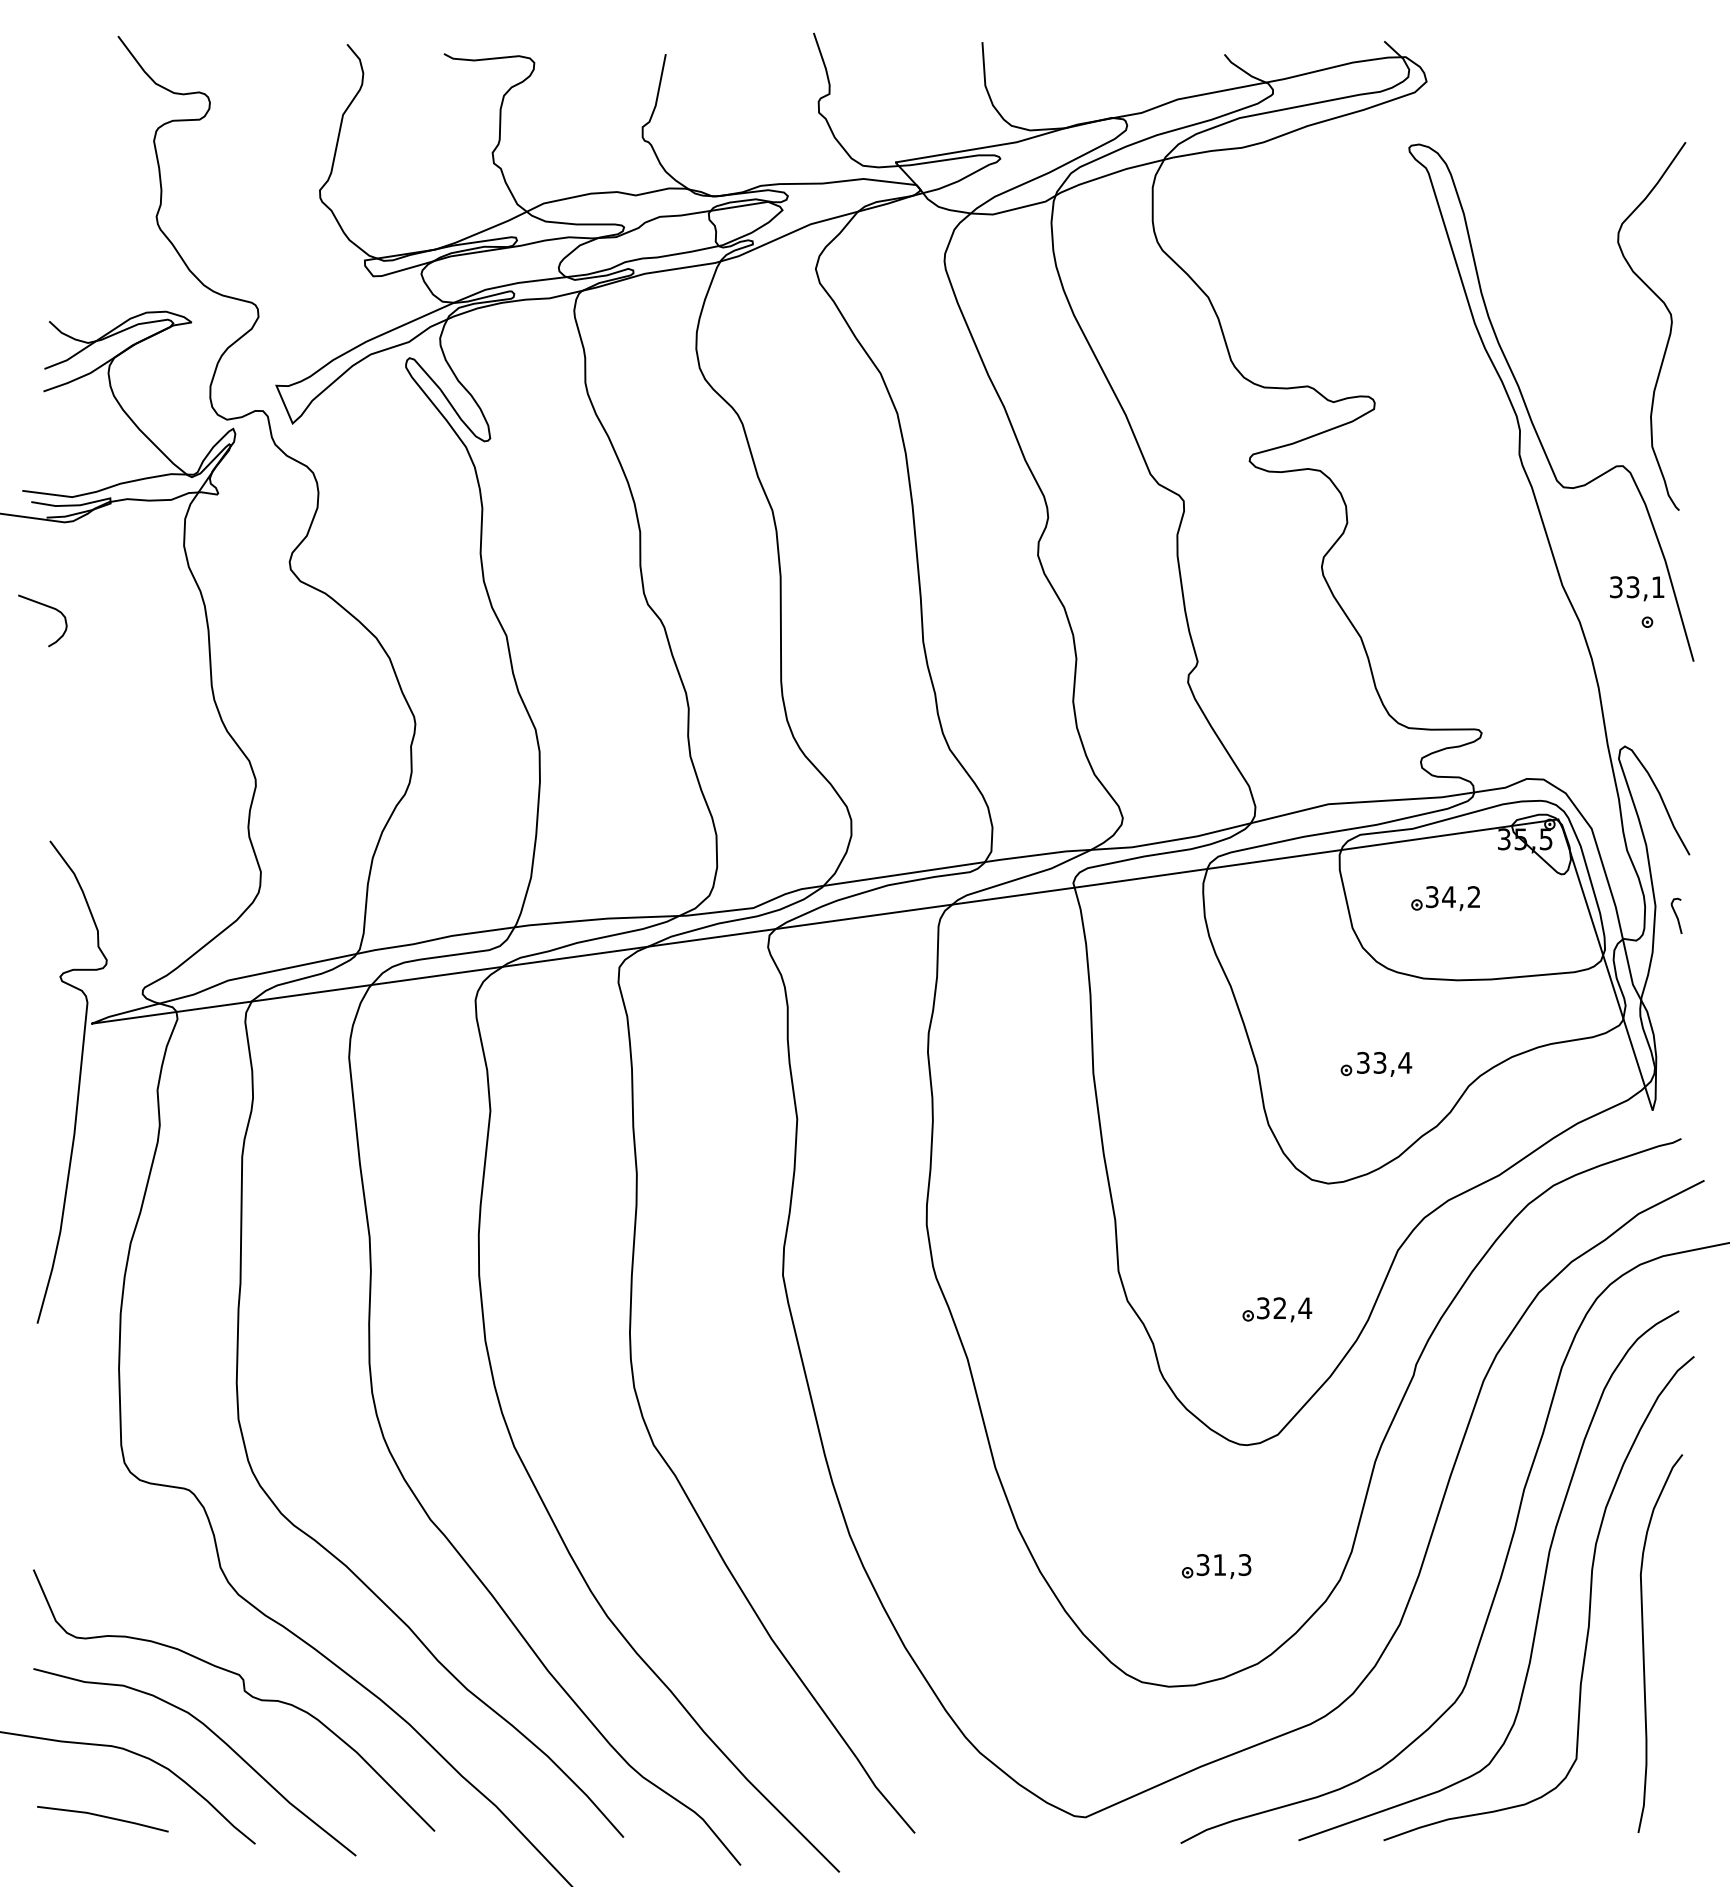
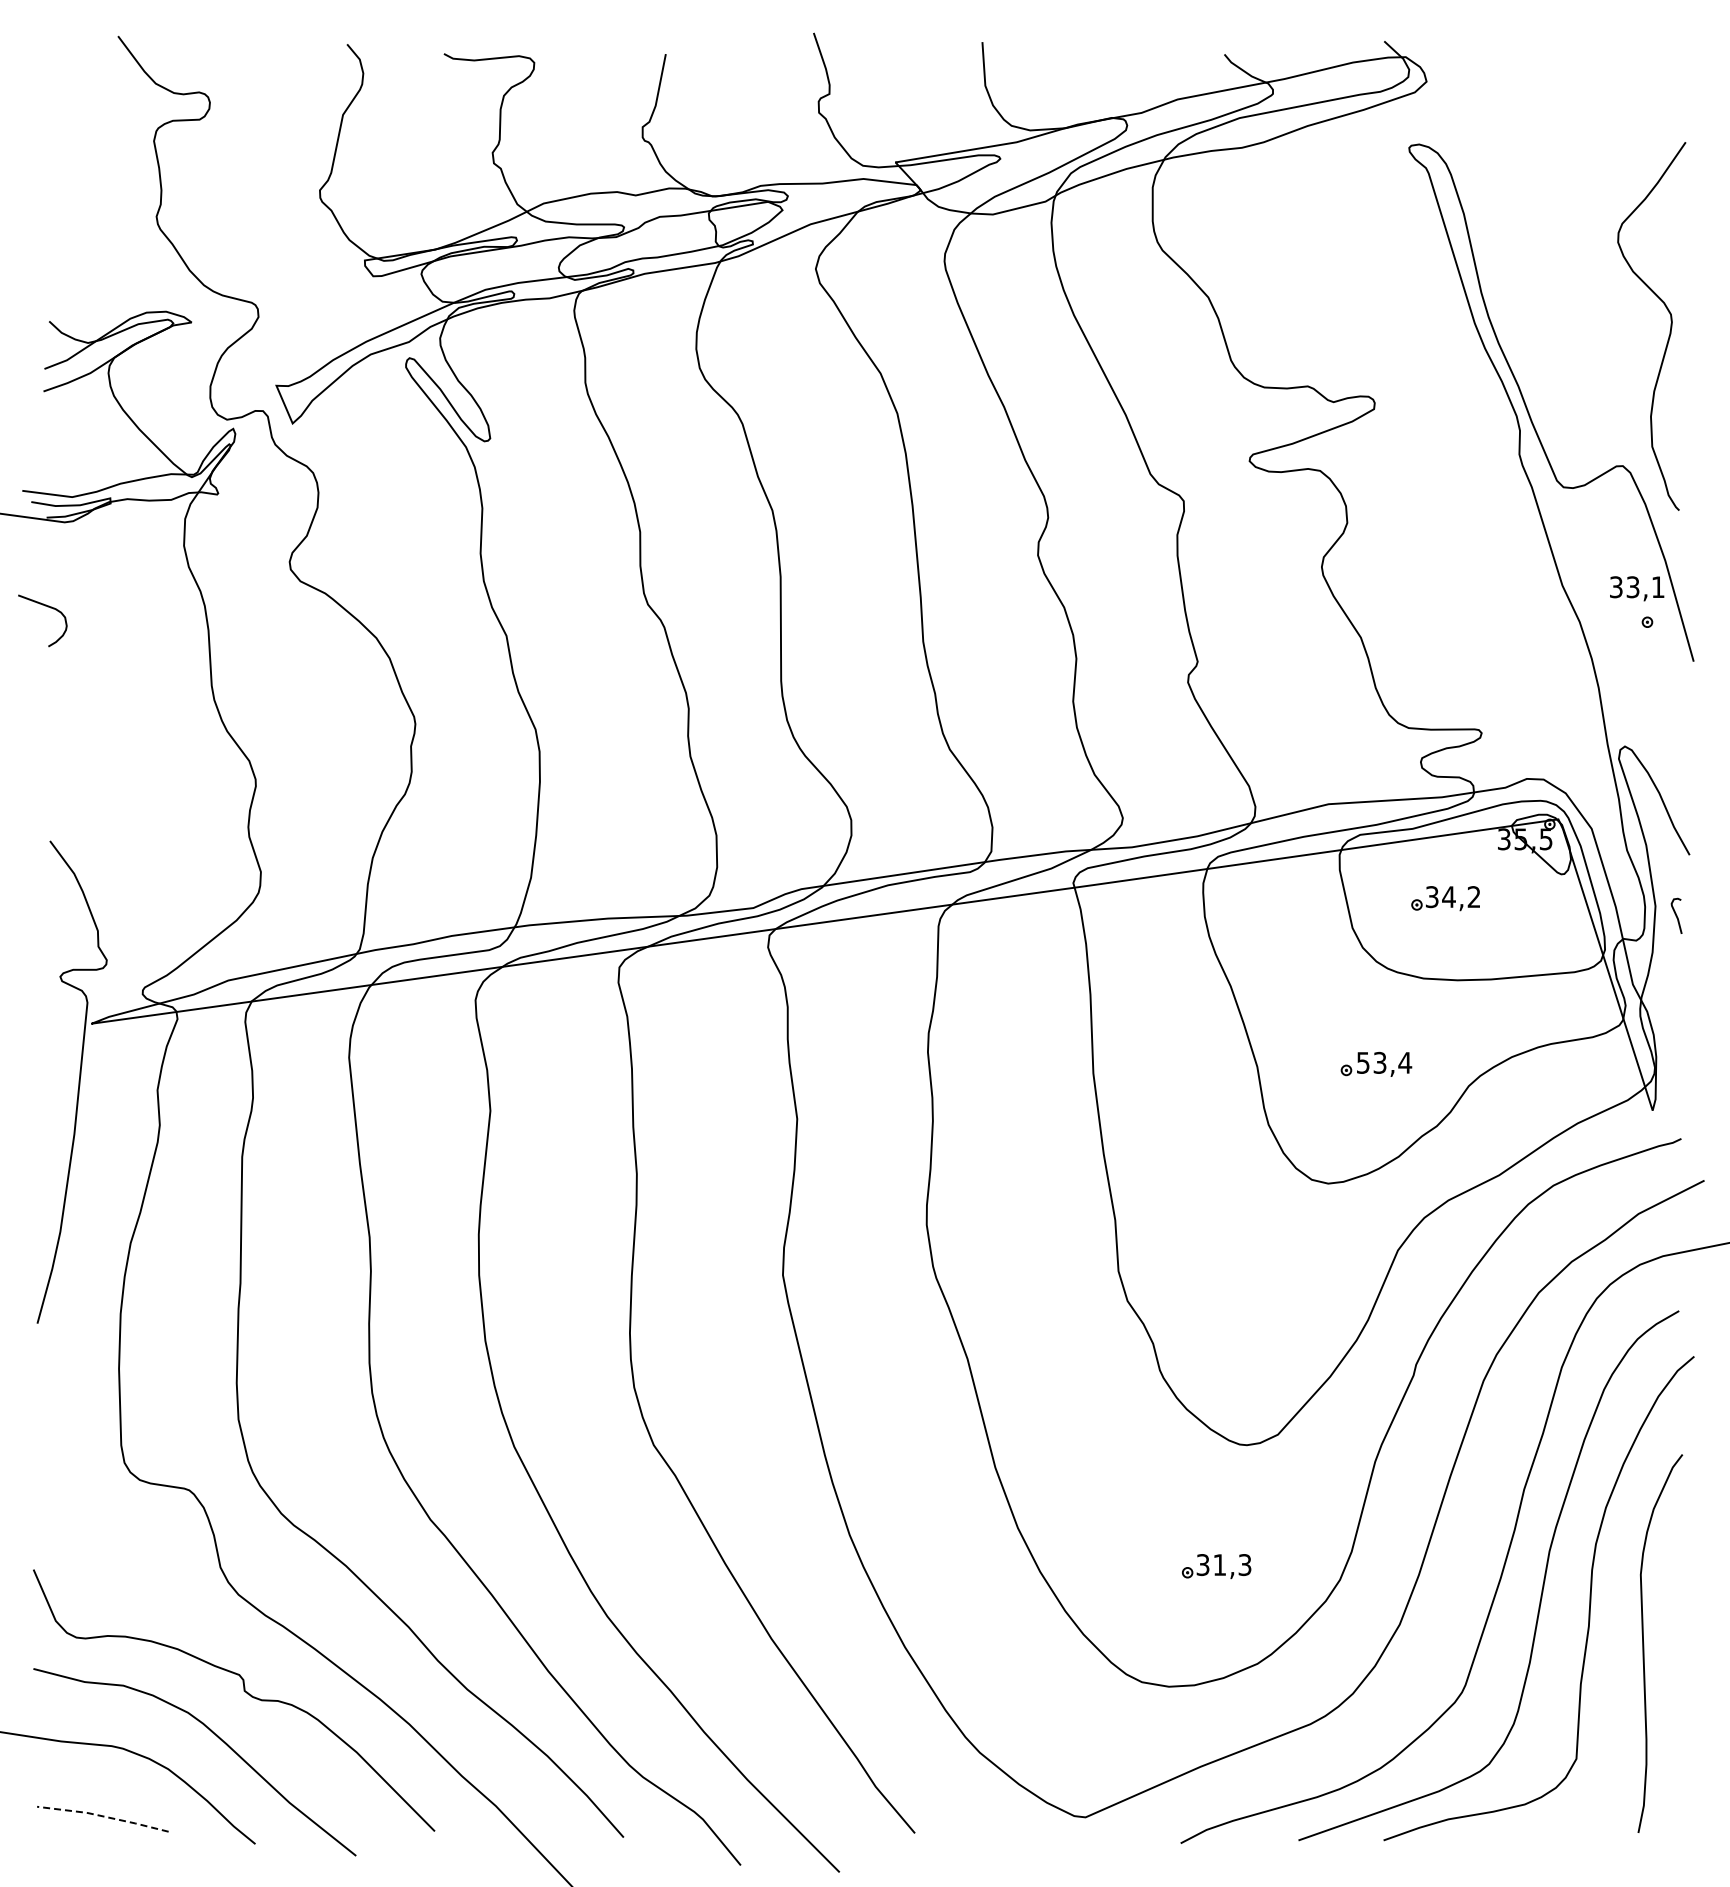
text at (1363, 1062): 33,4 -> 53,4
part at (1277, 1309): present -> none
line at (103, 1816): solid -> dashed
